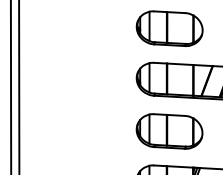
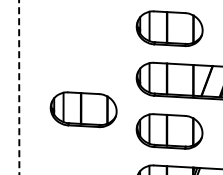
line at (10, 86): present -> none
line at (19, 87): solid -> dashed
part at (83, 109): none -> present
